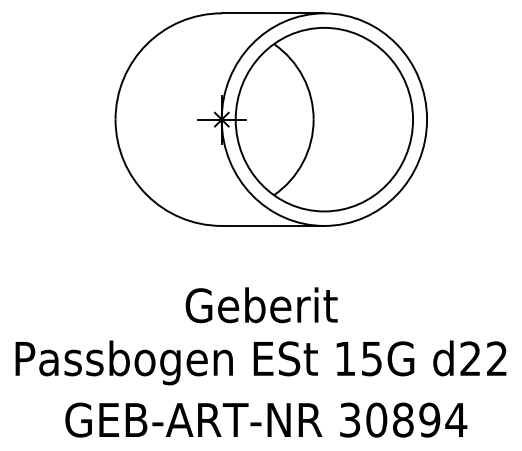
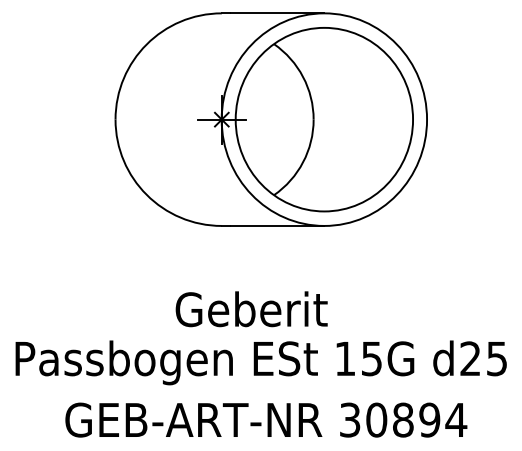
text at (261, 305) position: (261, 305) -> (251, 309)
text at (496, 358): d22 -> d25
